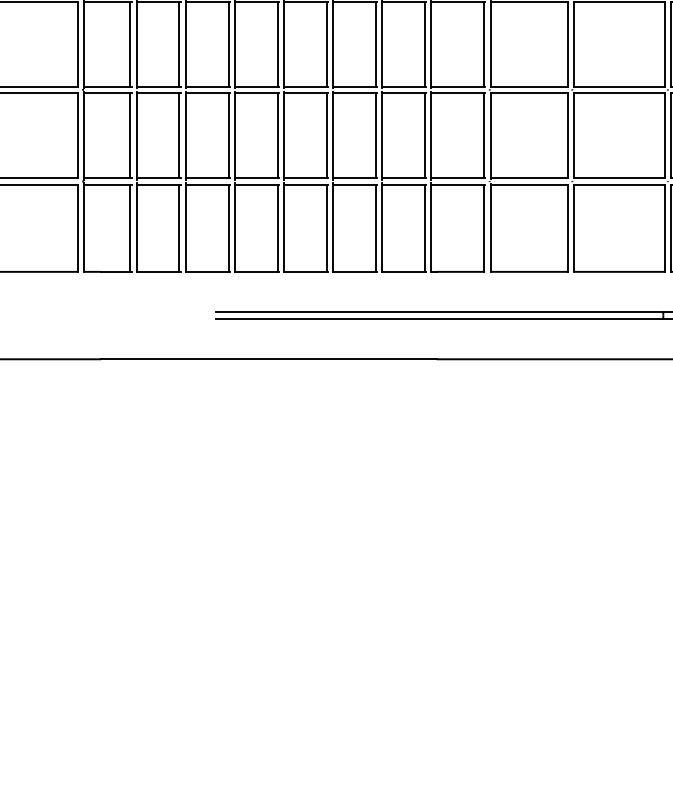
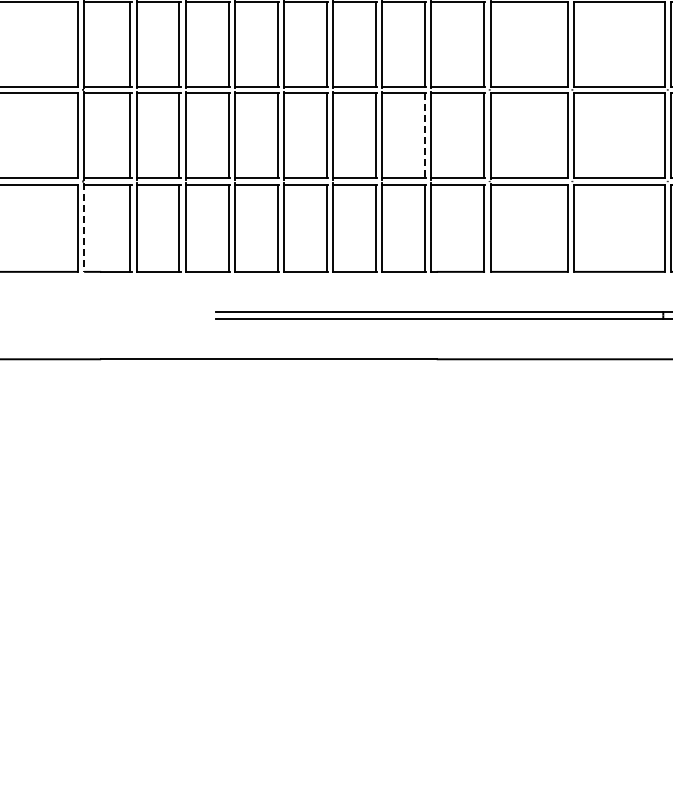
line at (424, 135): solid -> dashed
line at (84, 228): solid -> dashed
